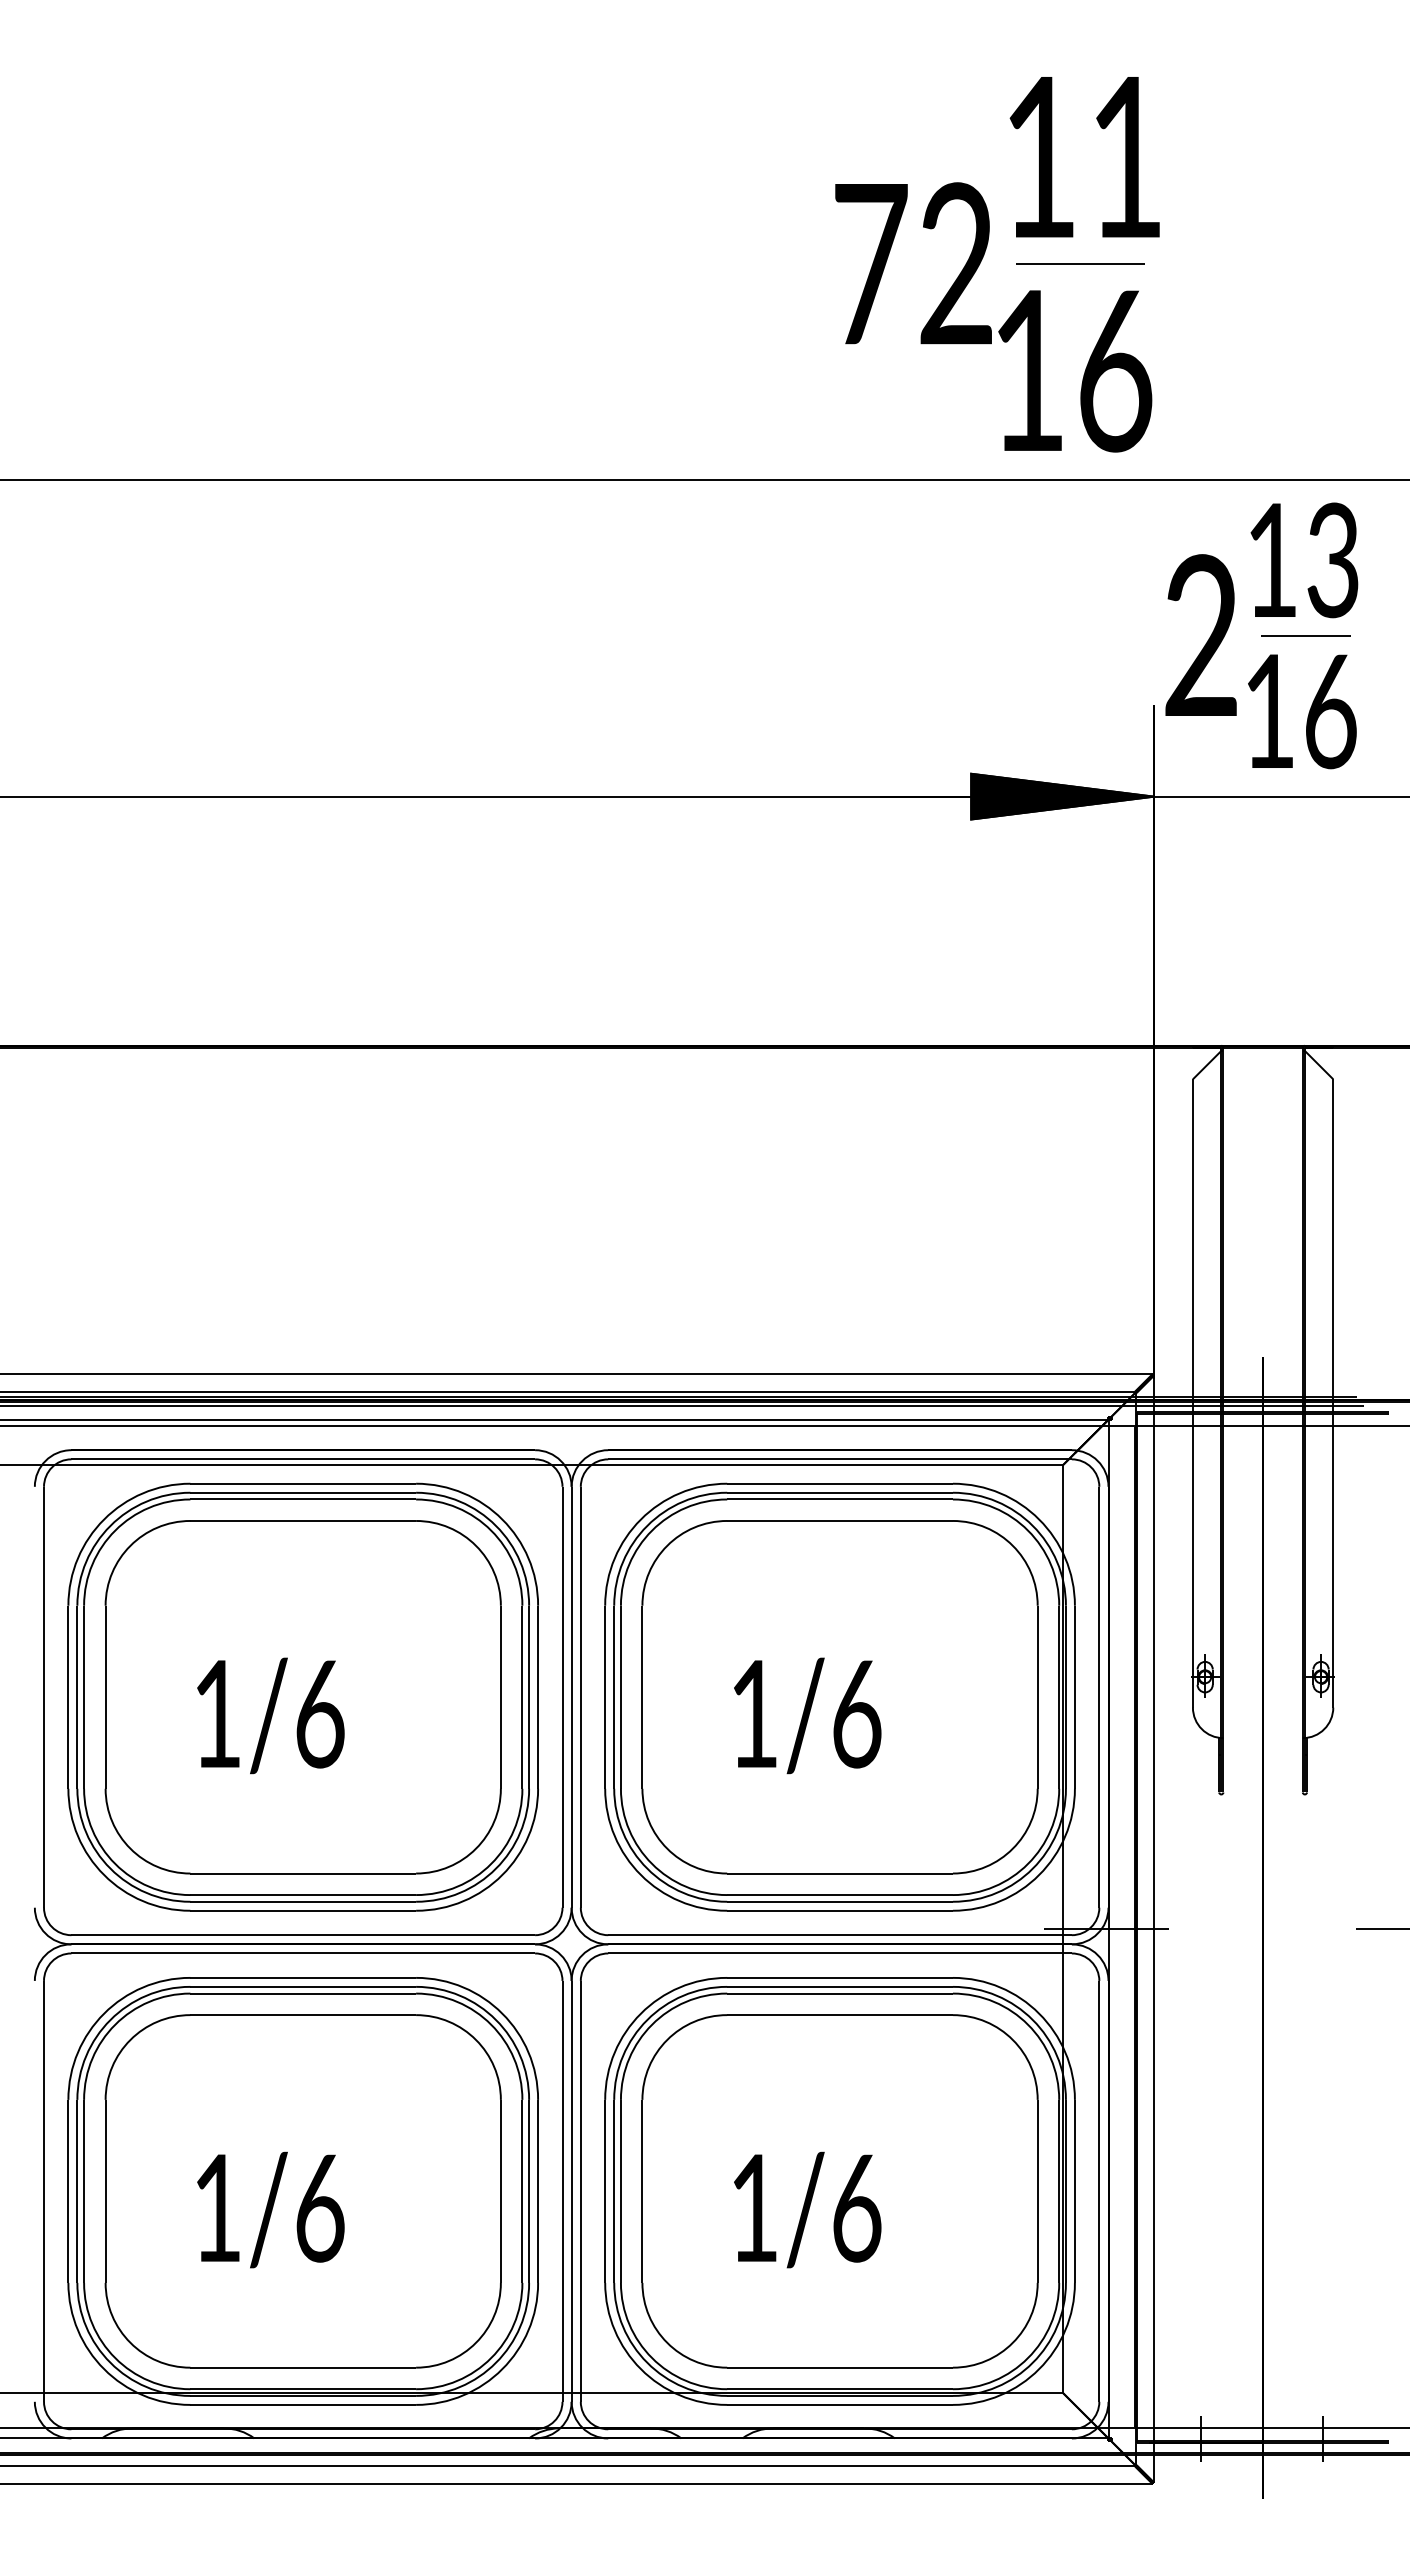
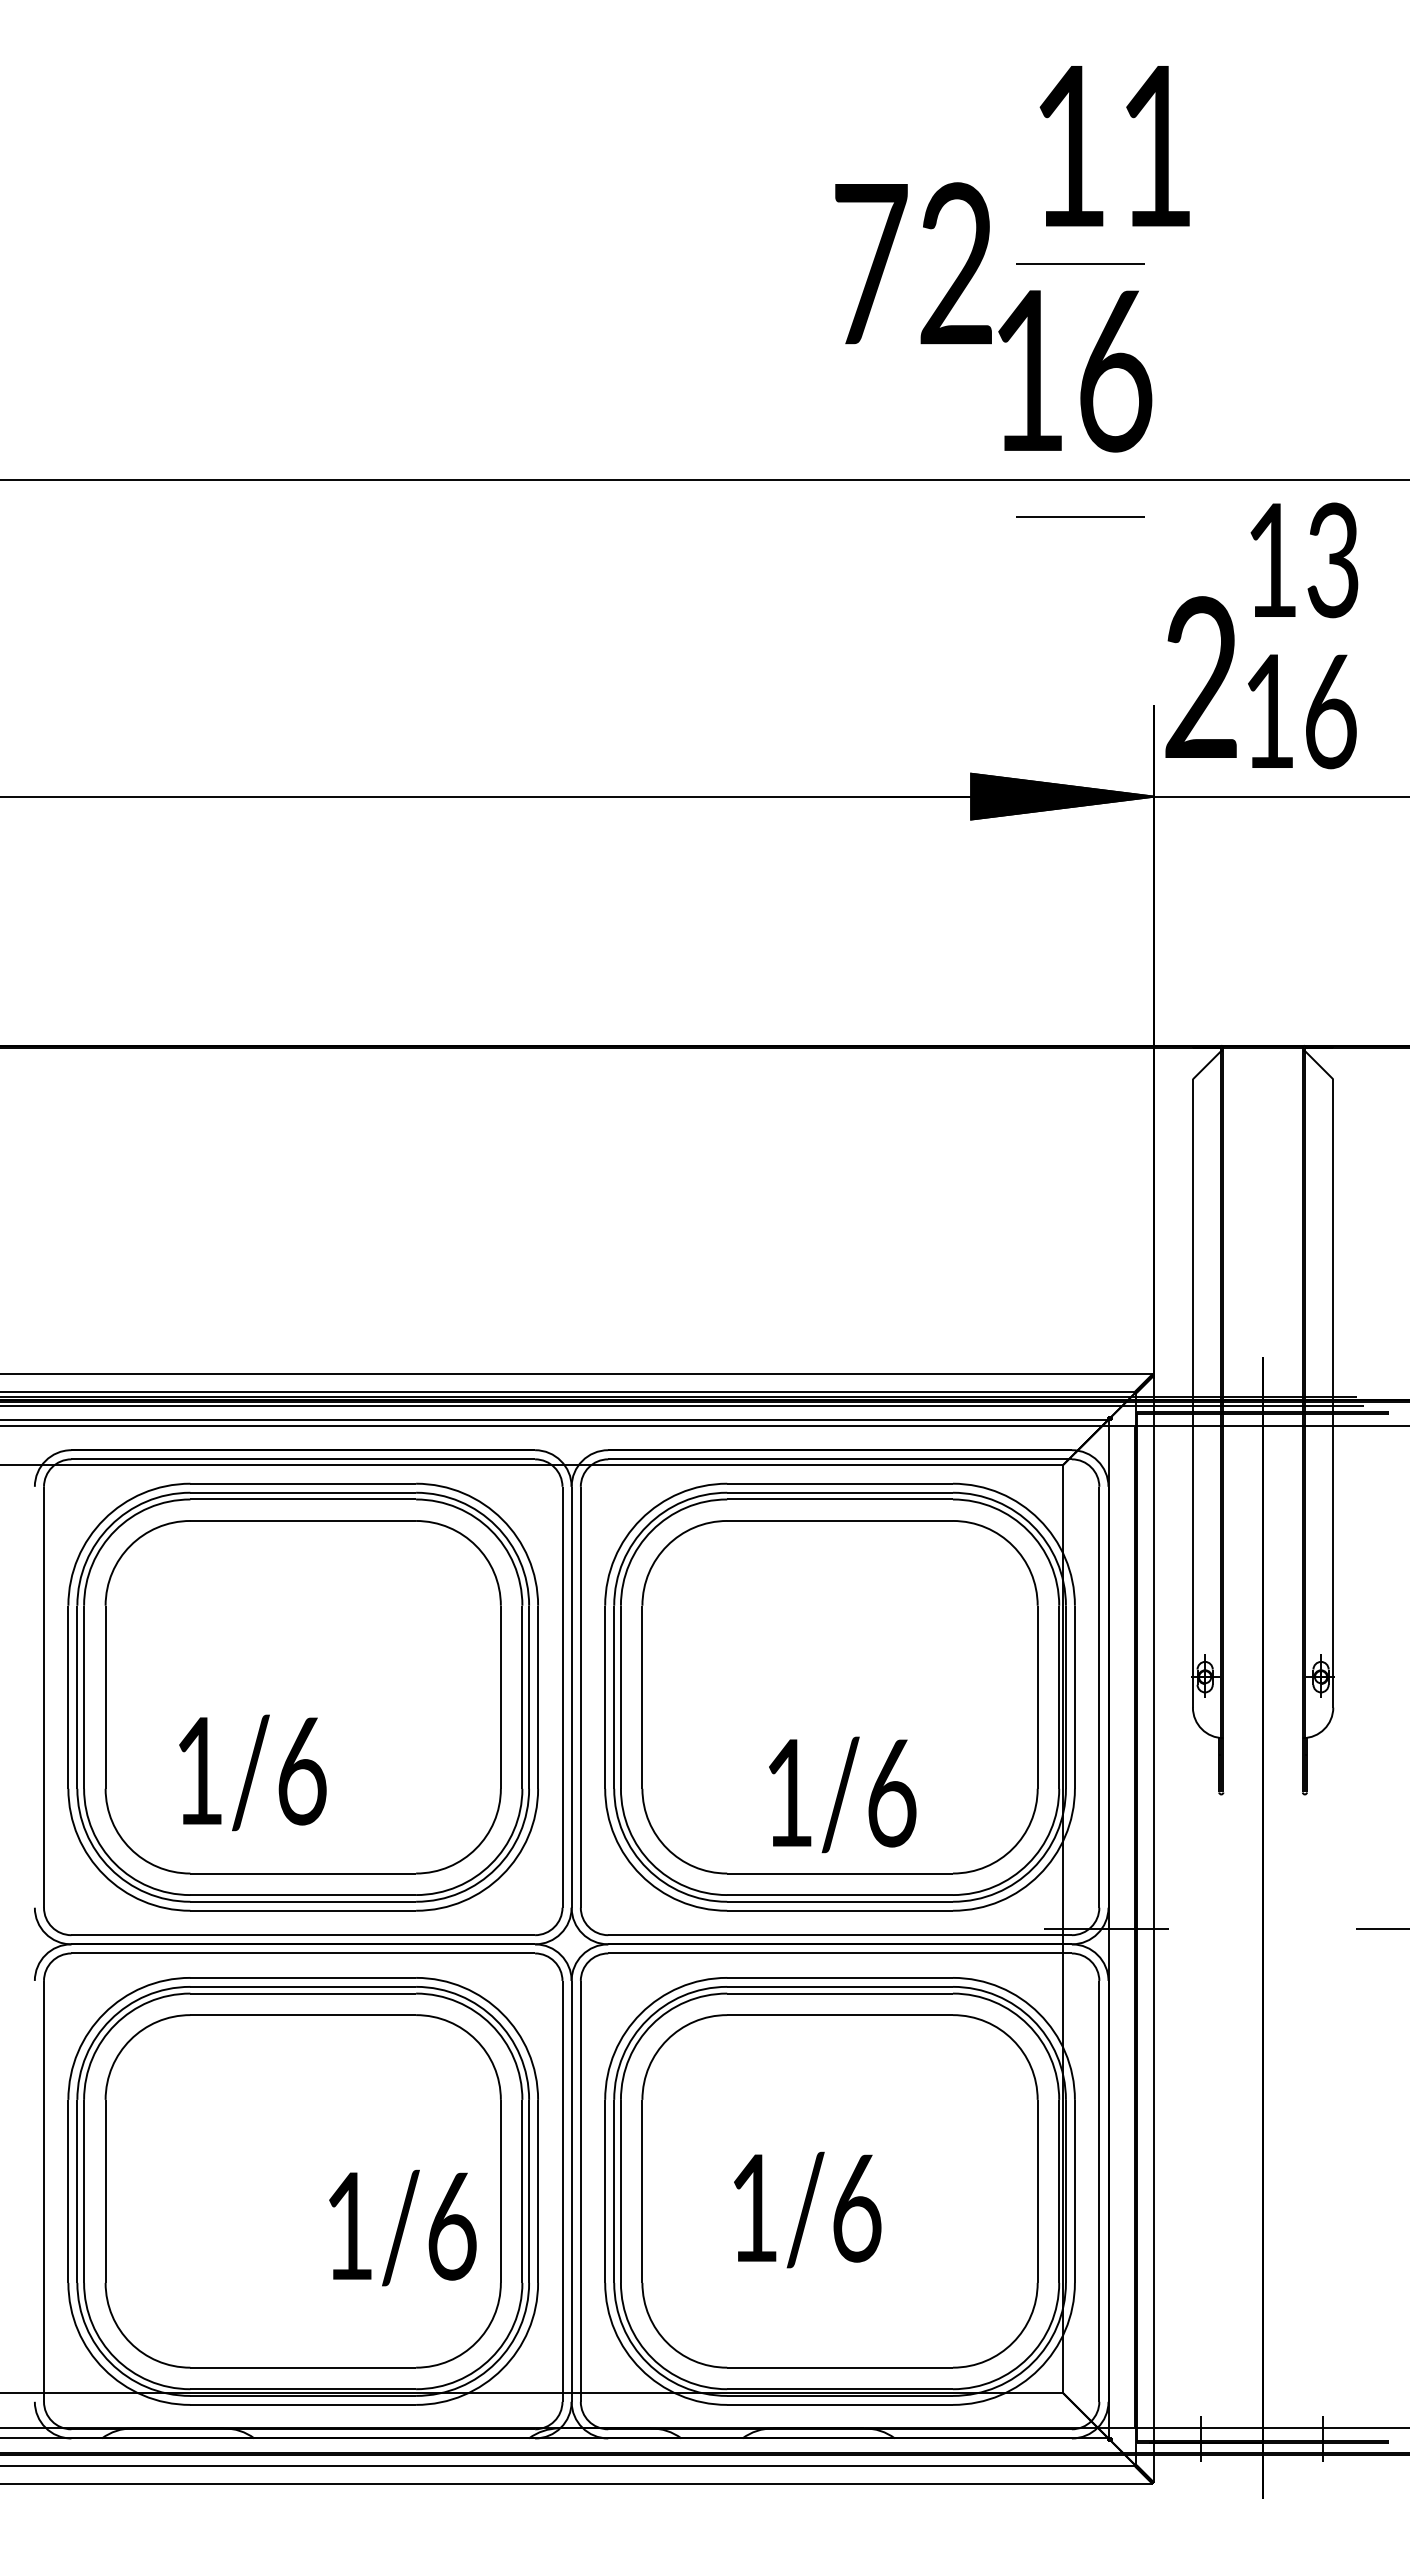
text at (1084, 157) position: (1084, 157) -> (1114, 146)
line at (1080, 516): none -> present
text at (1200, 634) position: (1200, 634) -> (1200, 676)
line at (1305, 635): present -> none
text at (270, 1715) position: (270, 1715) -> (252, 1772)
text at (807, 1715) position: (807, 1715) -> (842, 1794)
text at (270, 2209) position: (270, 2209) -> (402, 2227)
